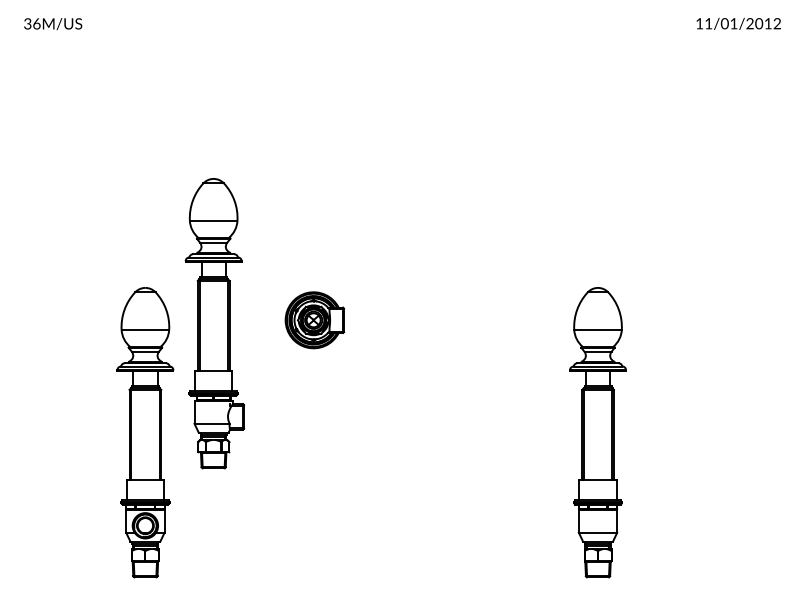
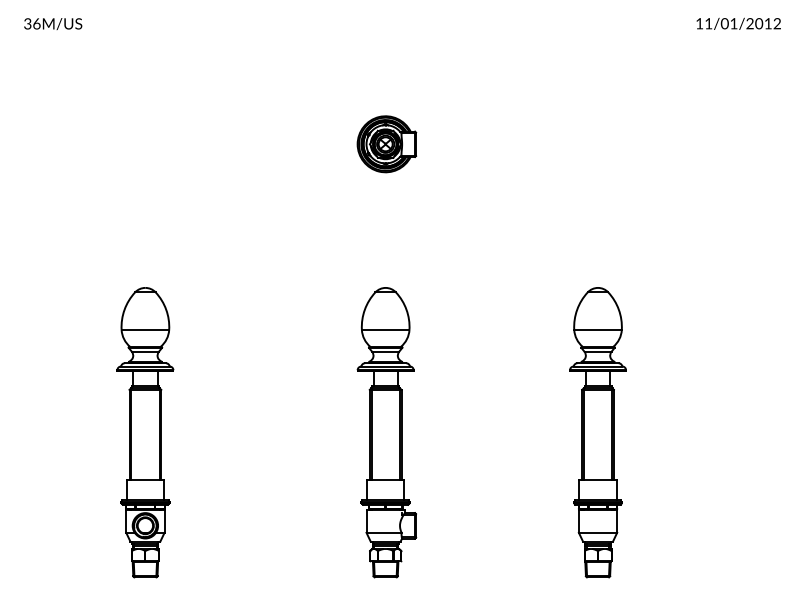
part at (314, 320) position: (314, 320) -> (386, 144)
part at (214, 323) position: (214, 323) -> (386, 432)
